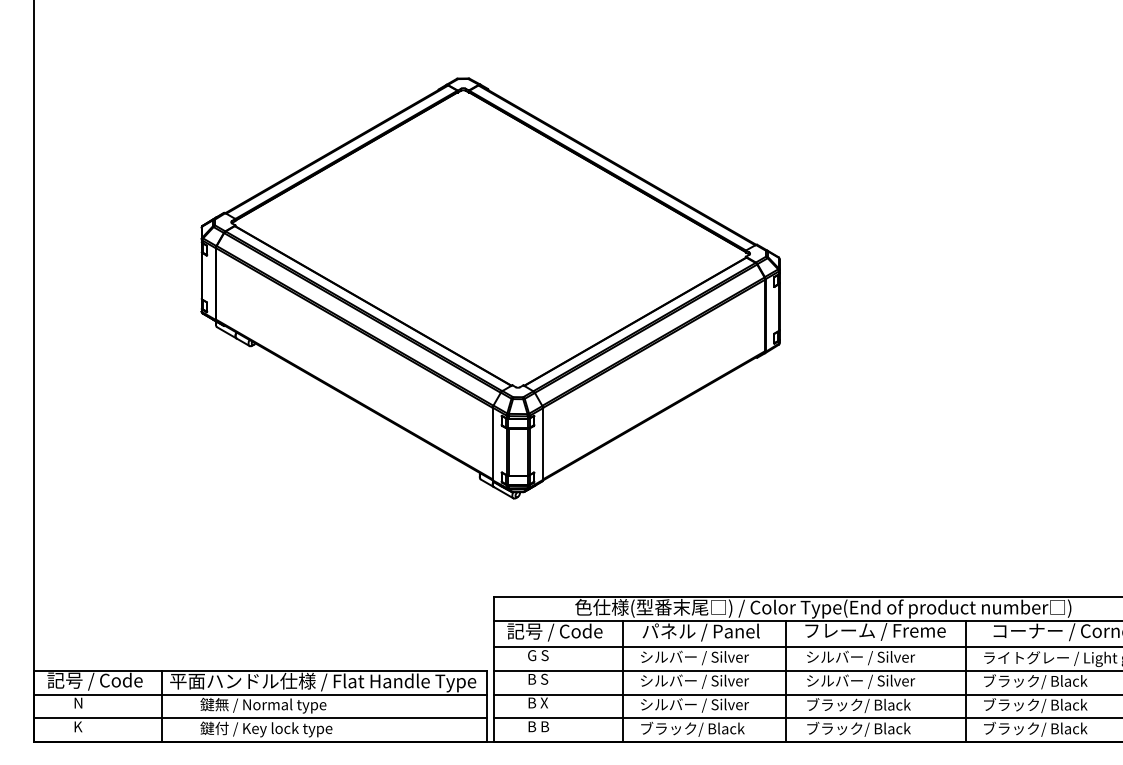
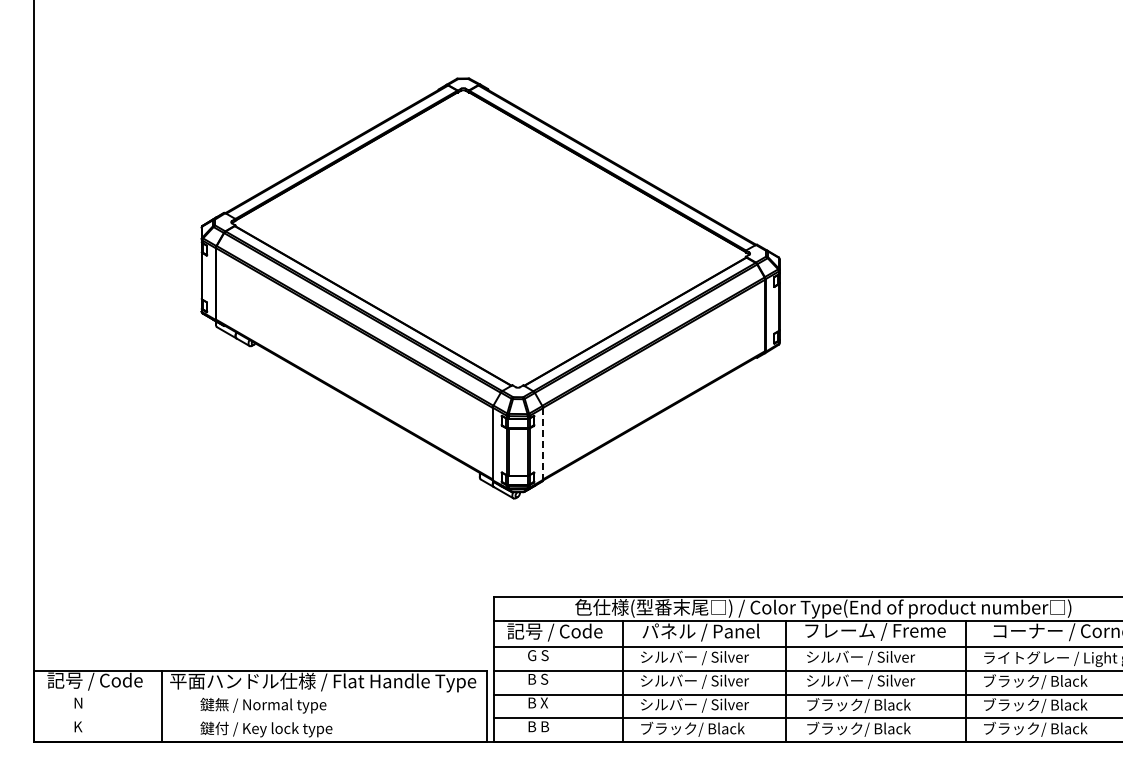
line at (543, 444): solid -> dashed
line at (260, 694): present -> none
line at (260, 718): present -> none
